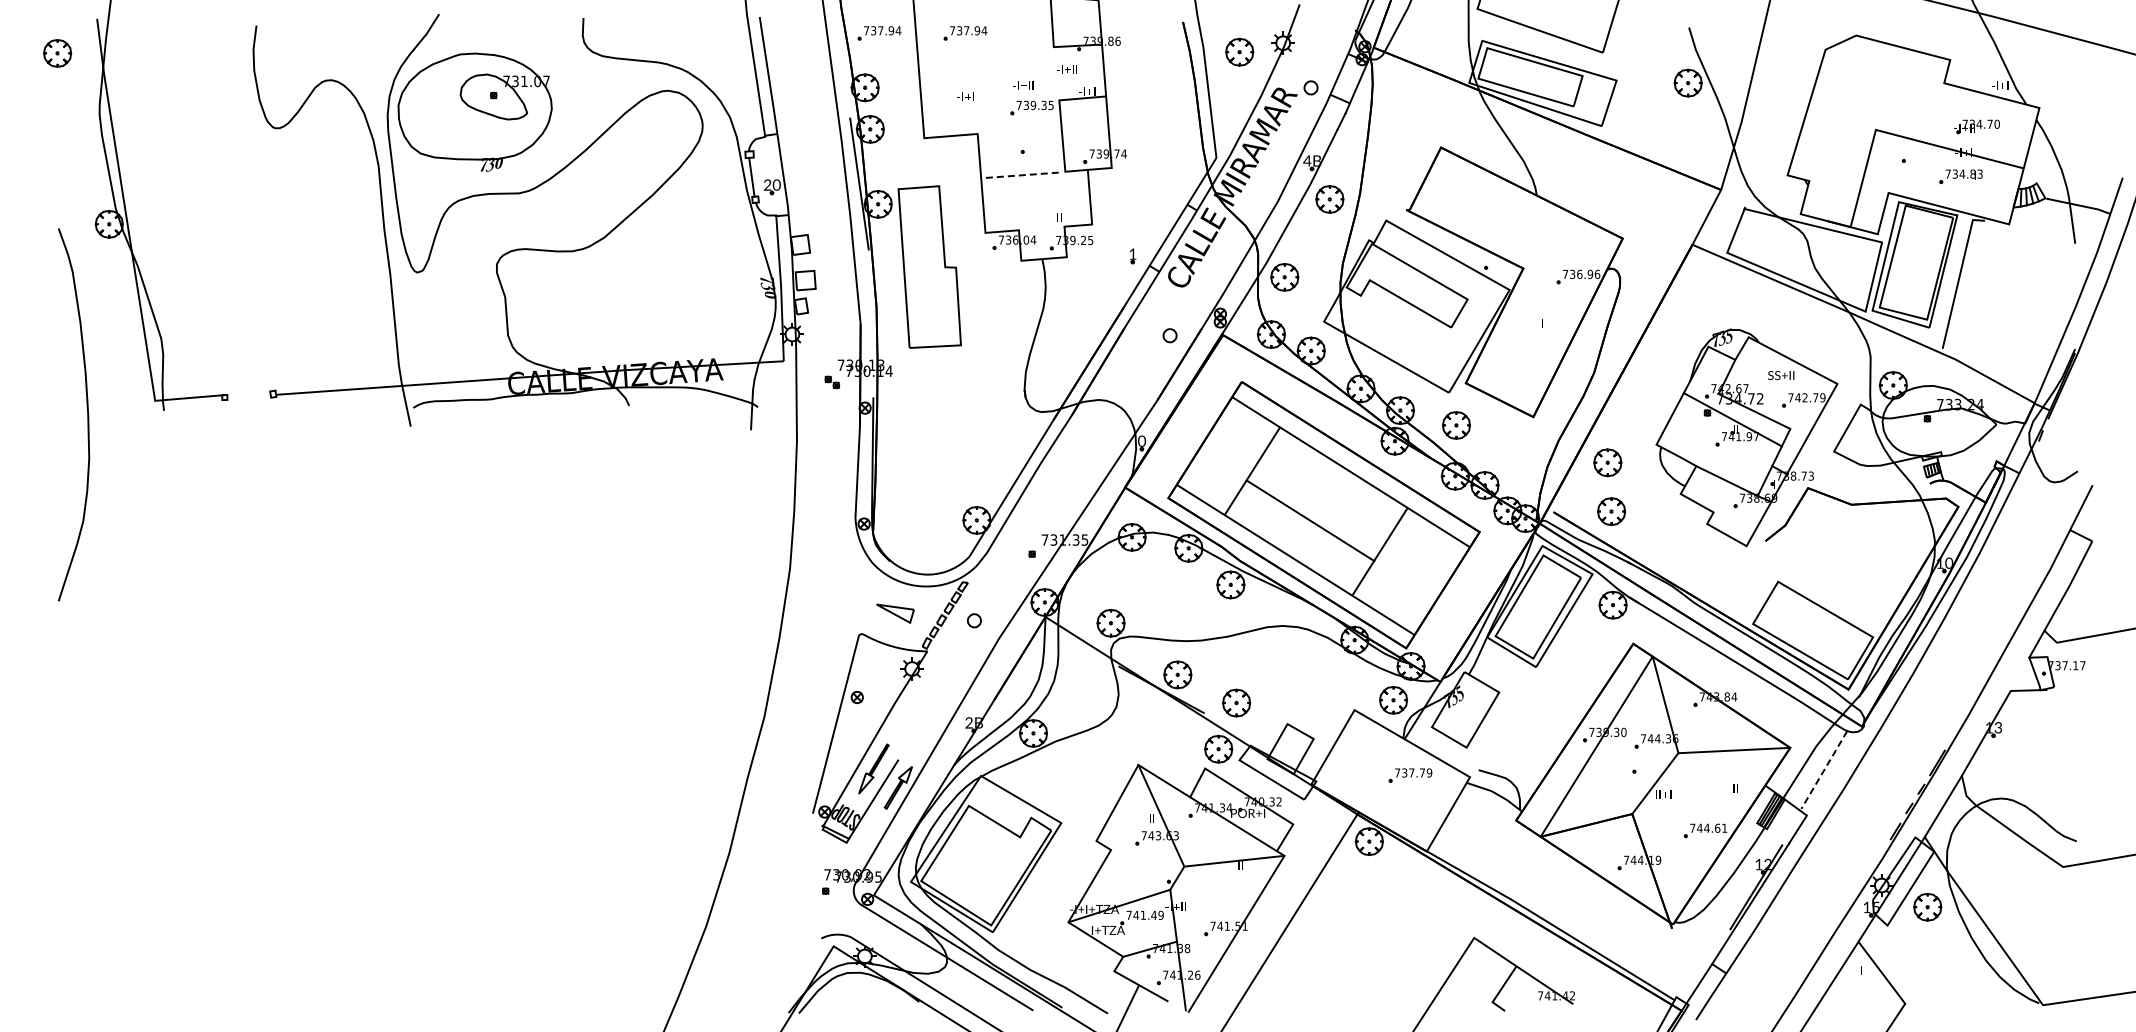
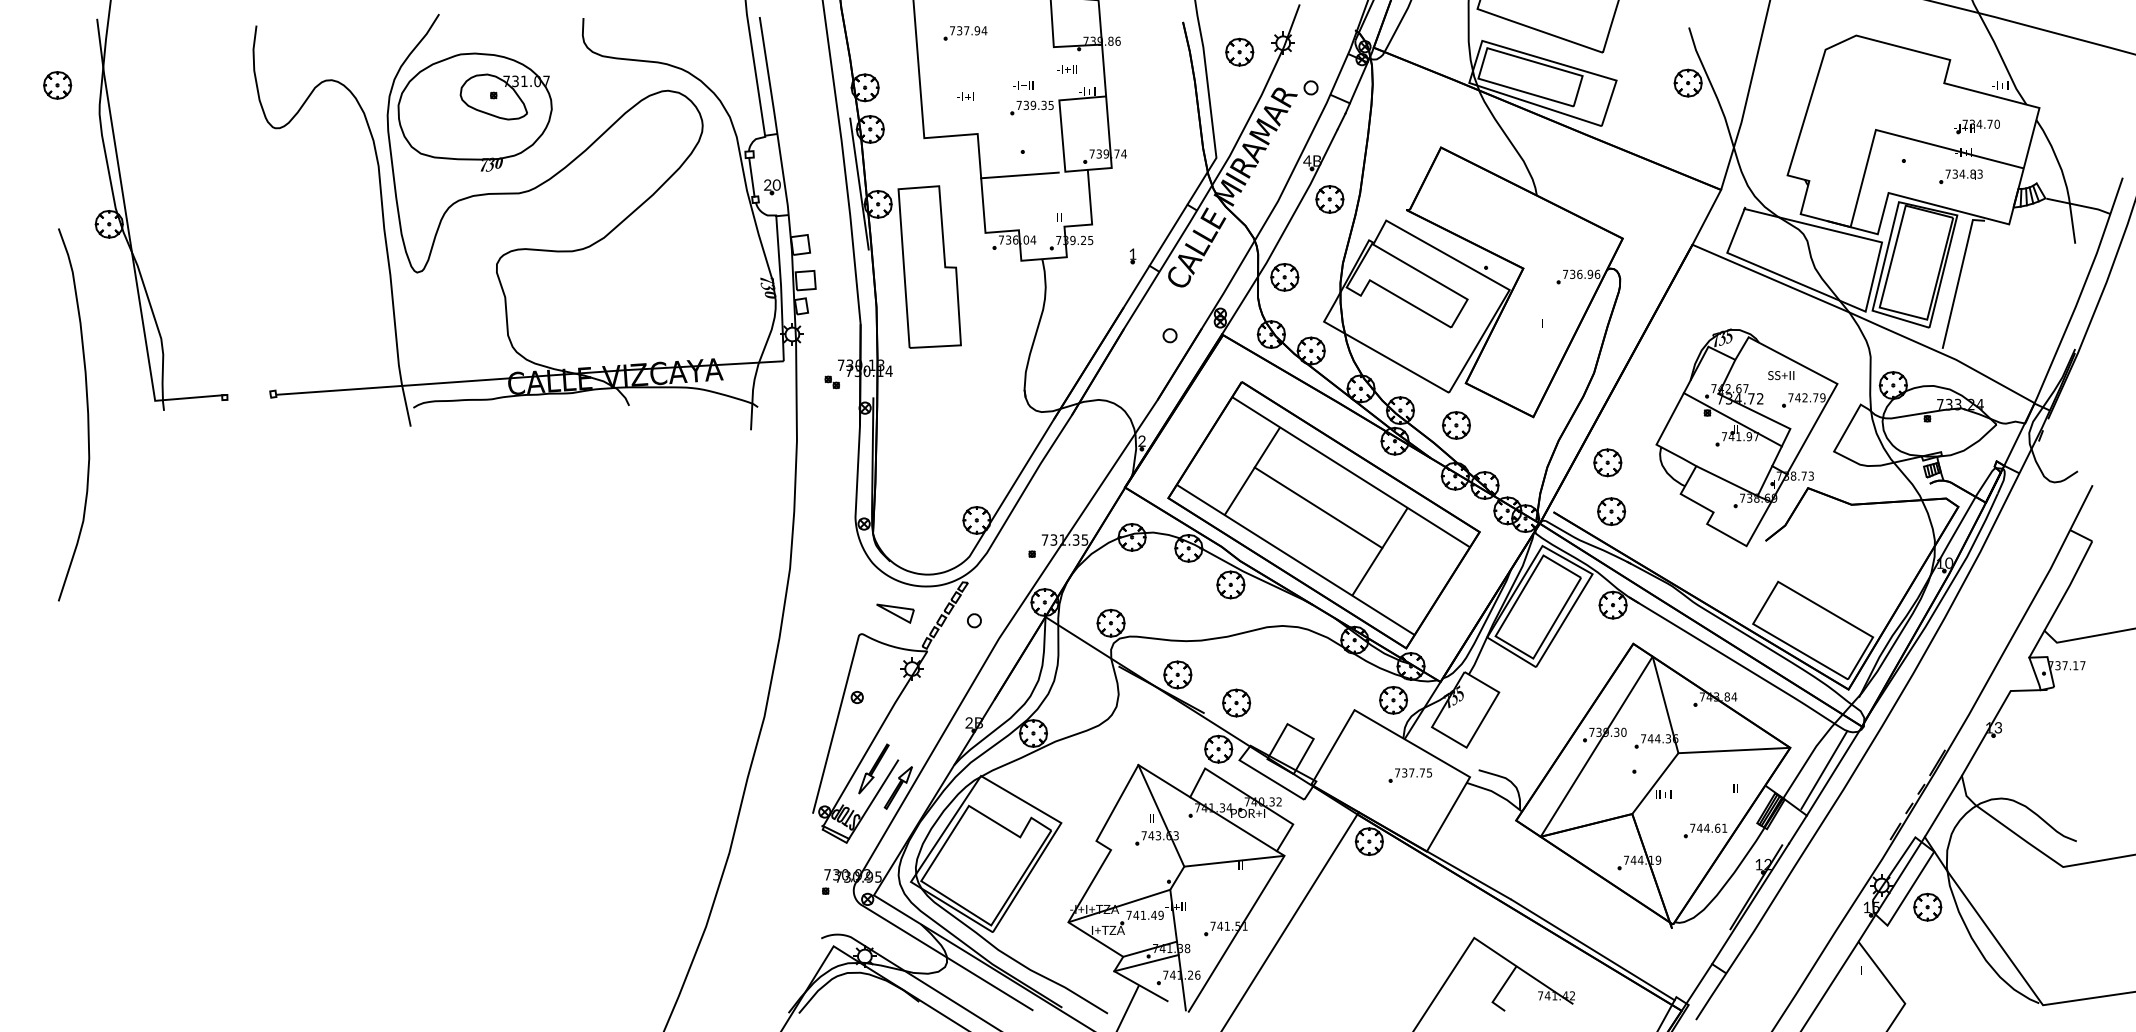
part at (879, 33): present -> none
part at (57, 53) position: (57, 53) -> (57, 85)
line at (1019, 175): dashed -> solid
text at (1142, 441): 0 -> 2
line at (1310, 520) position: (1310, 520) -> (1318, 507)
line at (1824, 770): dashed -> solid
line at (1834, 770): none -> present
text at (1429, 772): 737.79 -> 737.75
line at (1146, 962): none -> present
